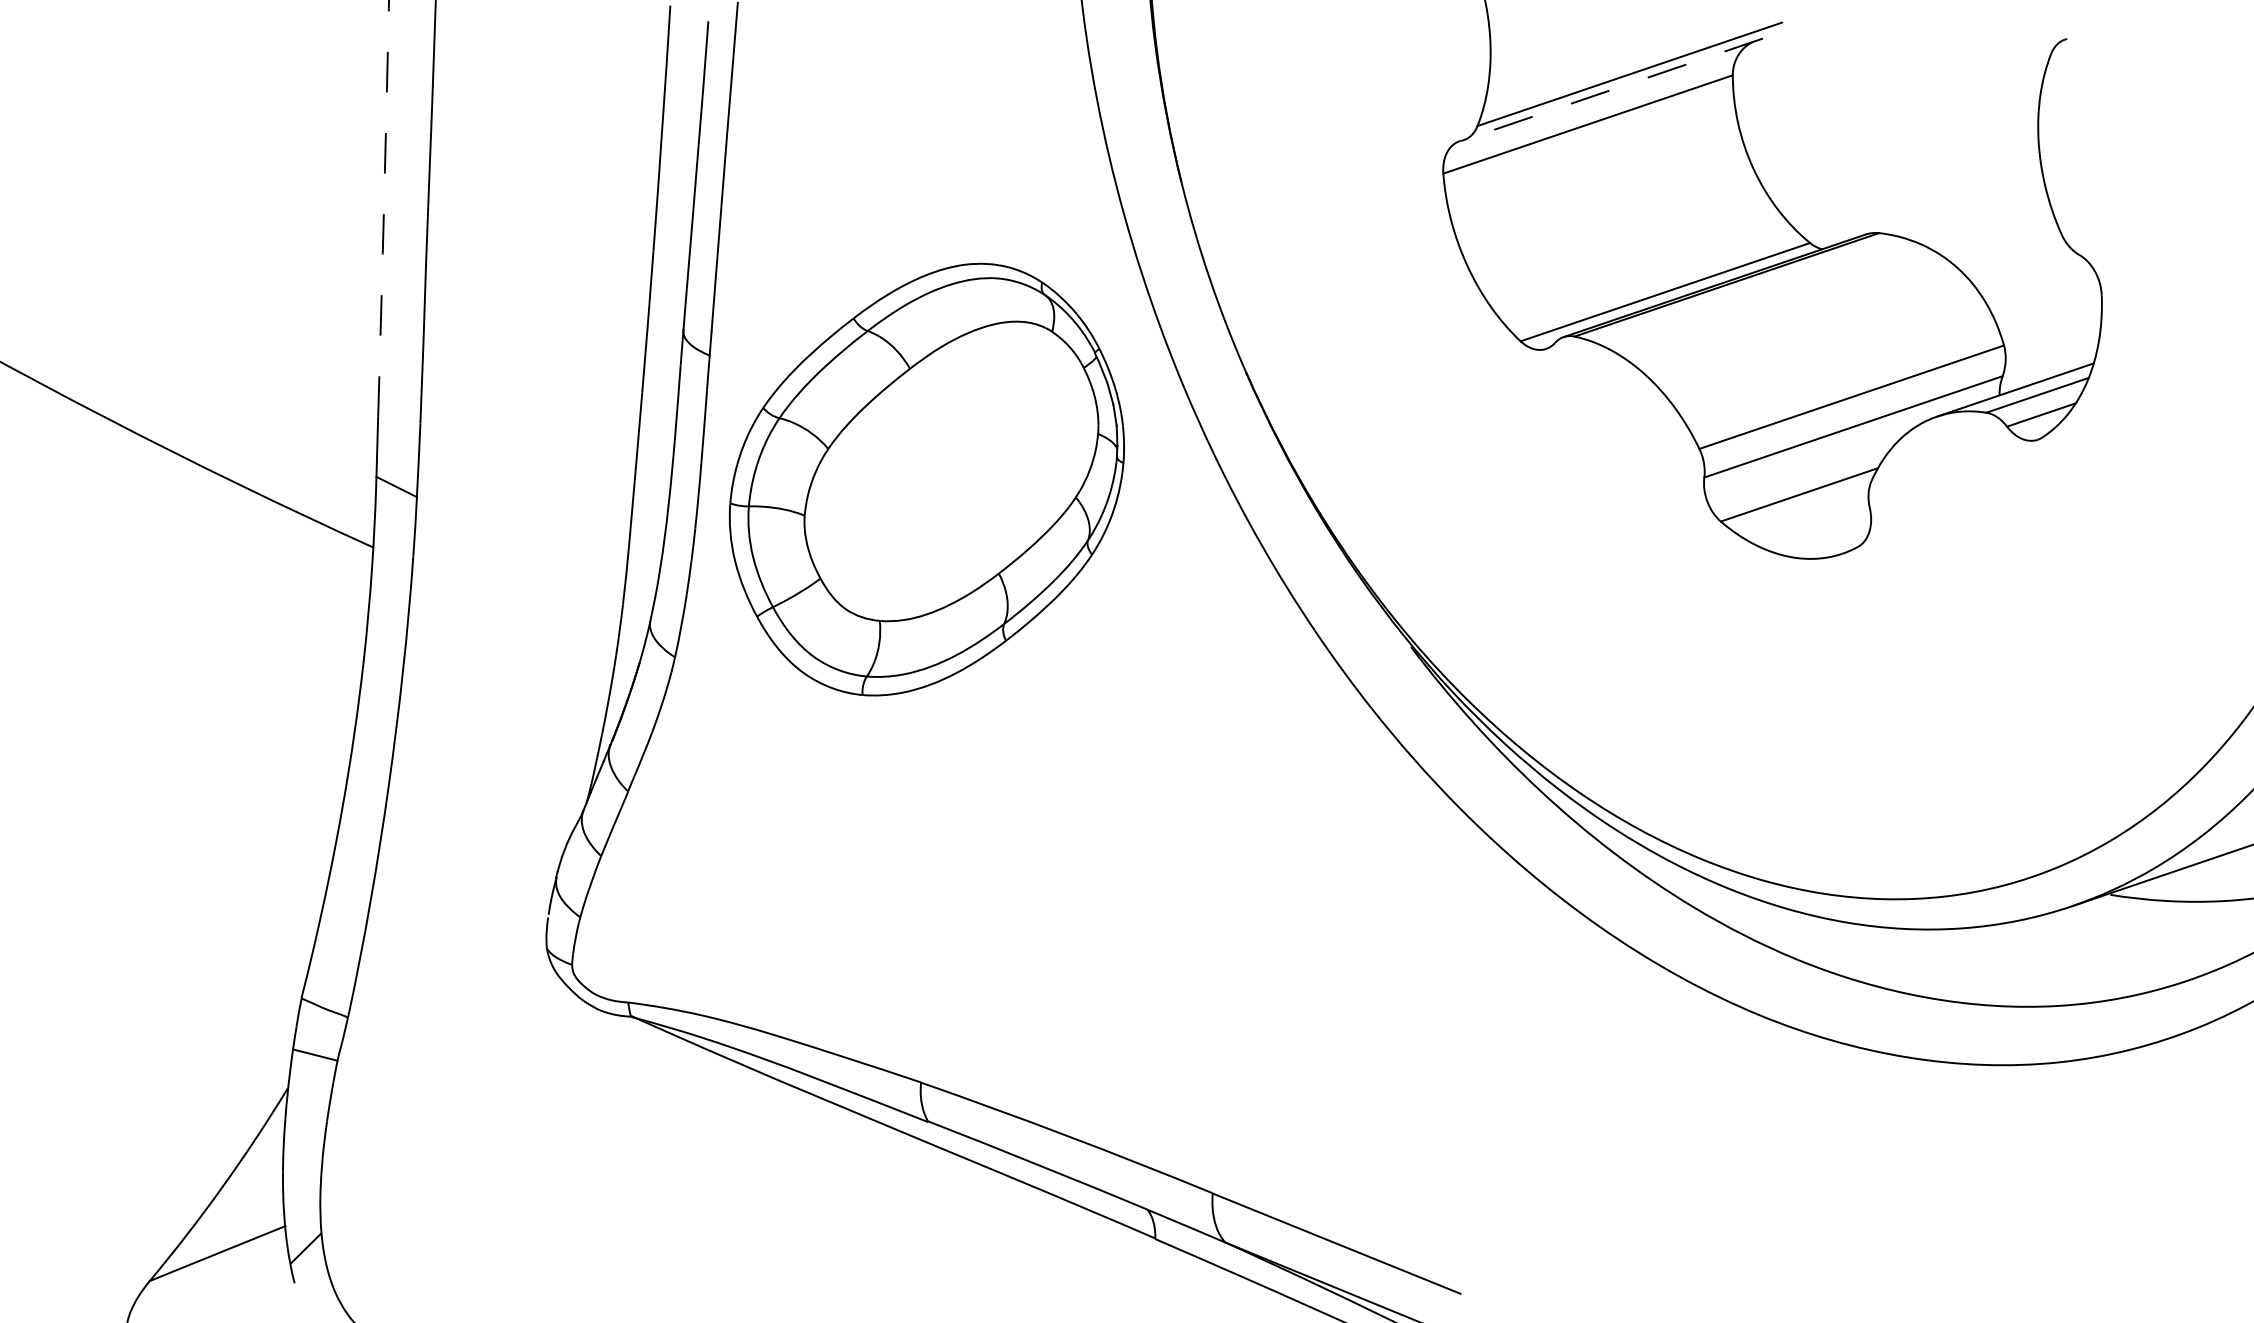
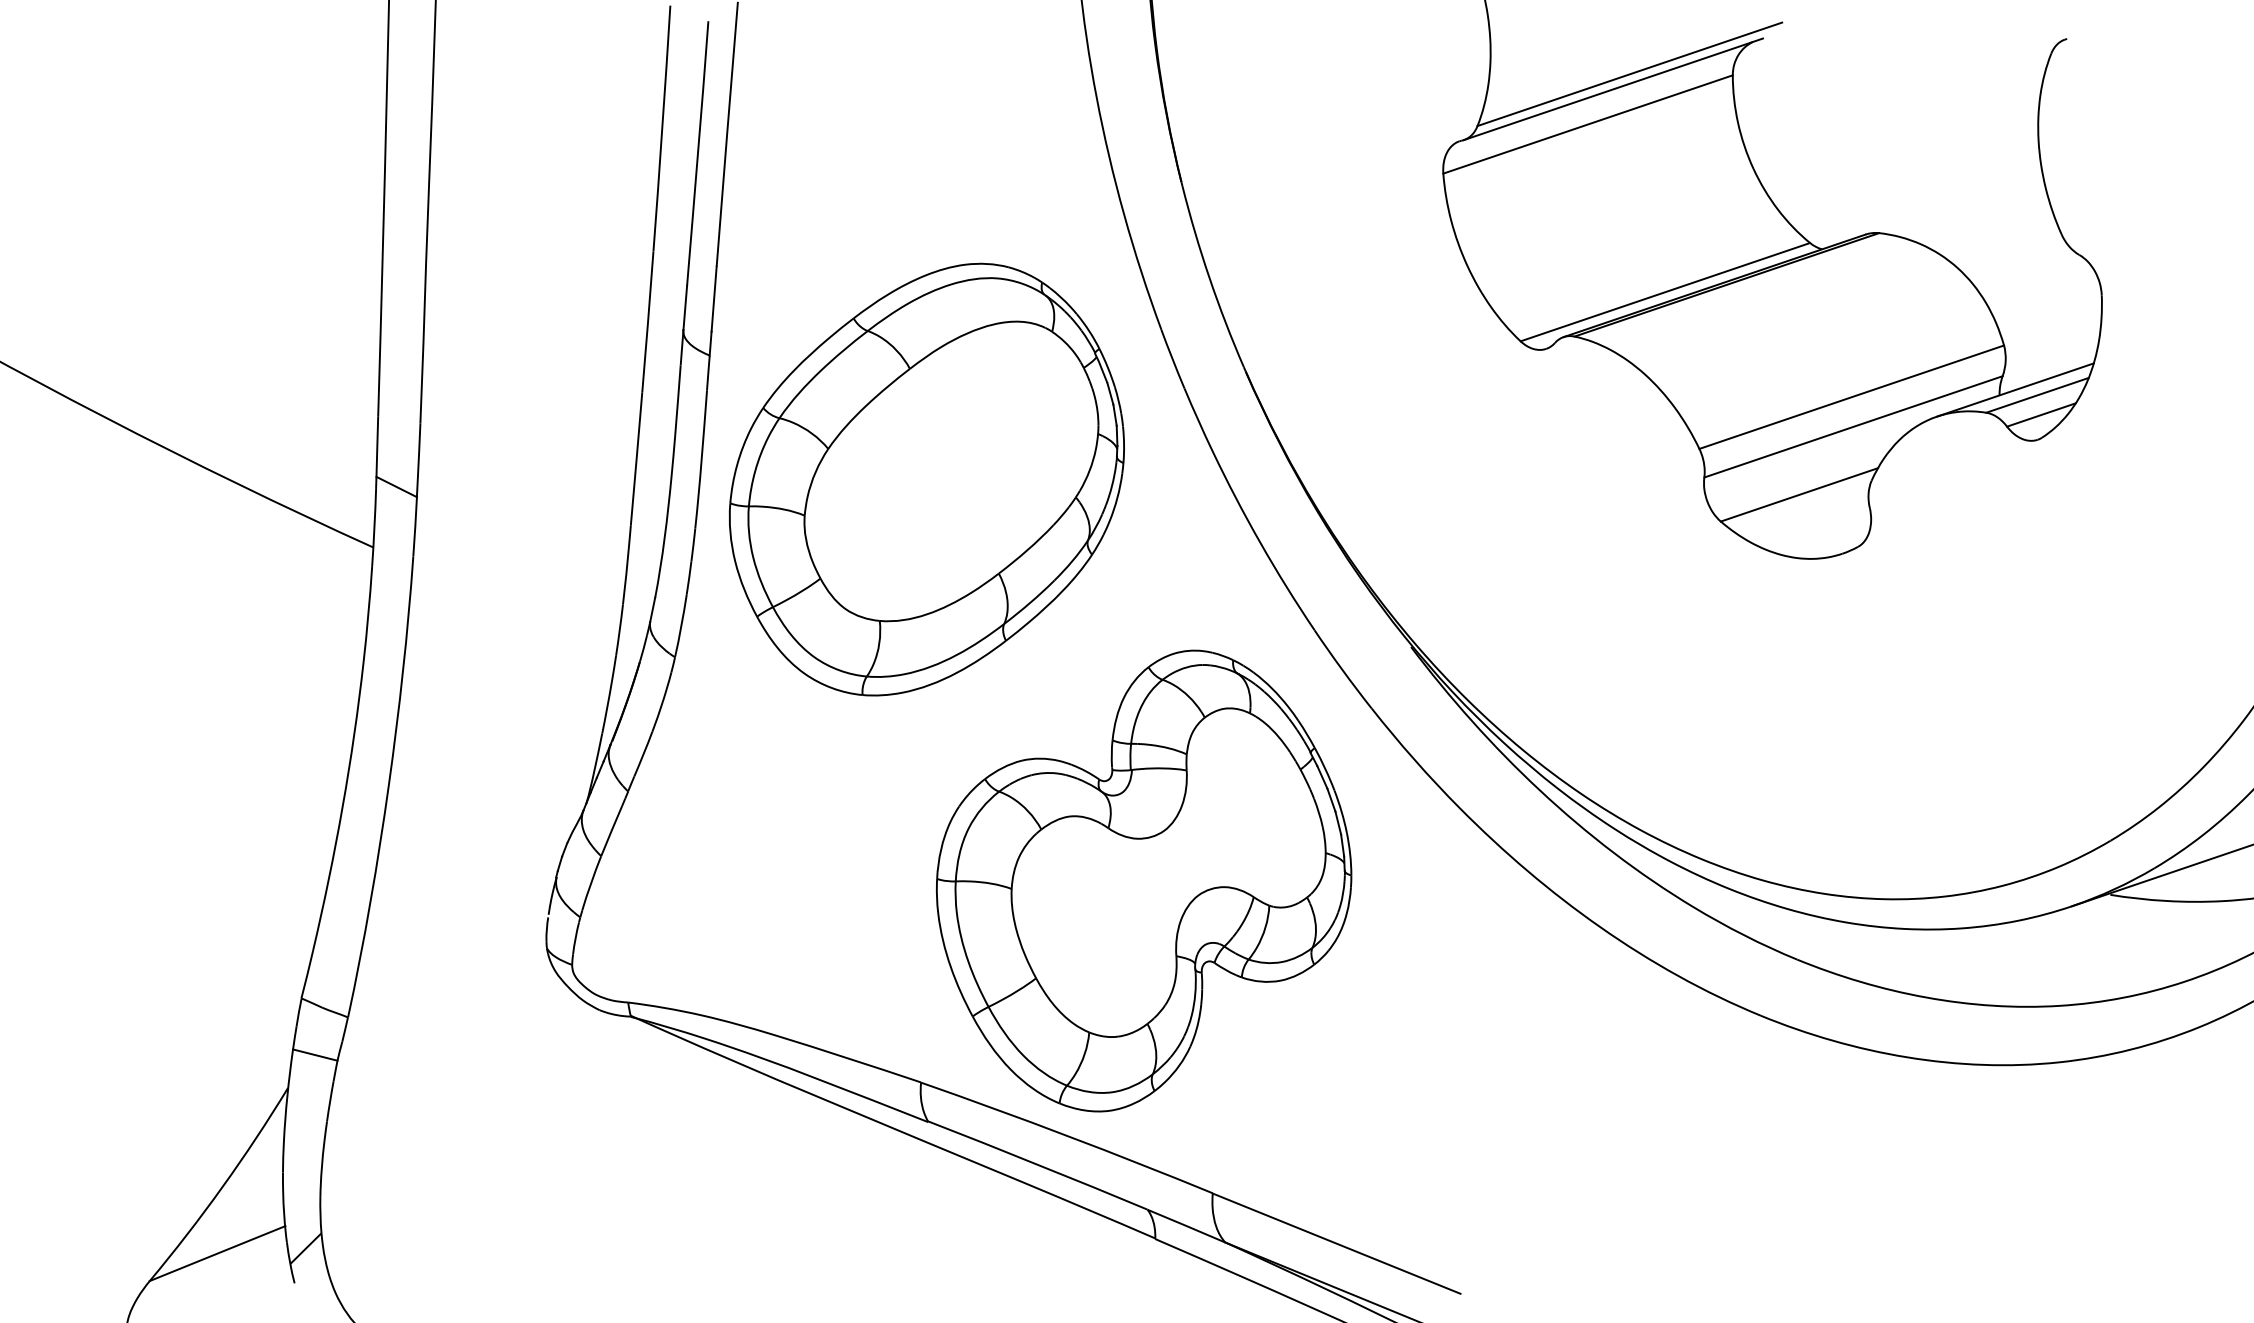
line at (1613, 89): dashed -> solid
arc at (383, 208): dashed -> solid
part at (1144, 880): none -> present
